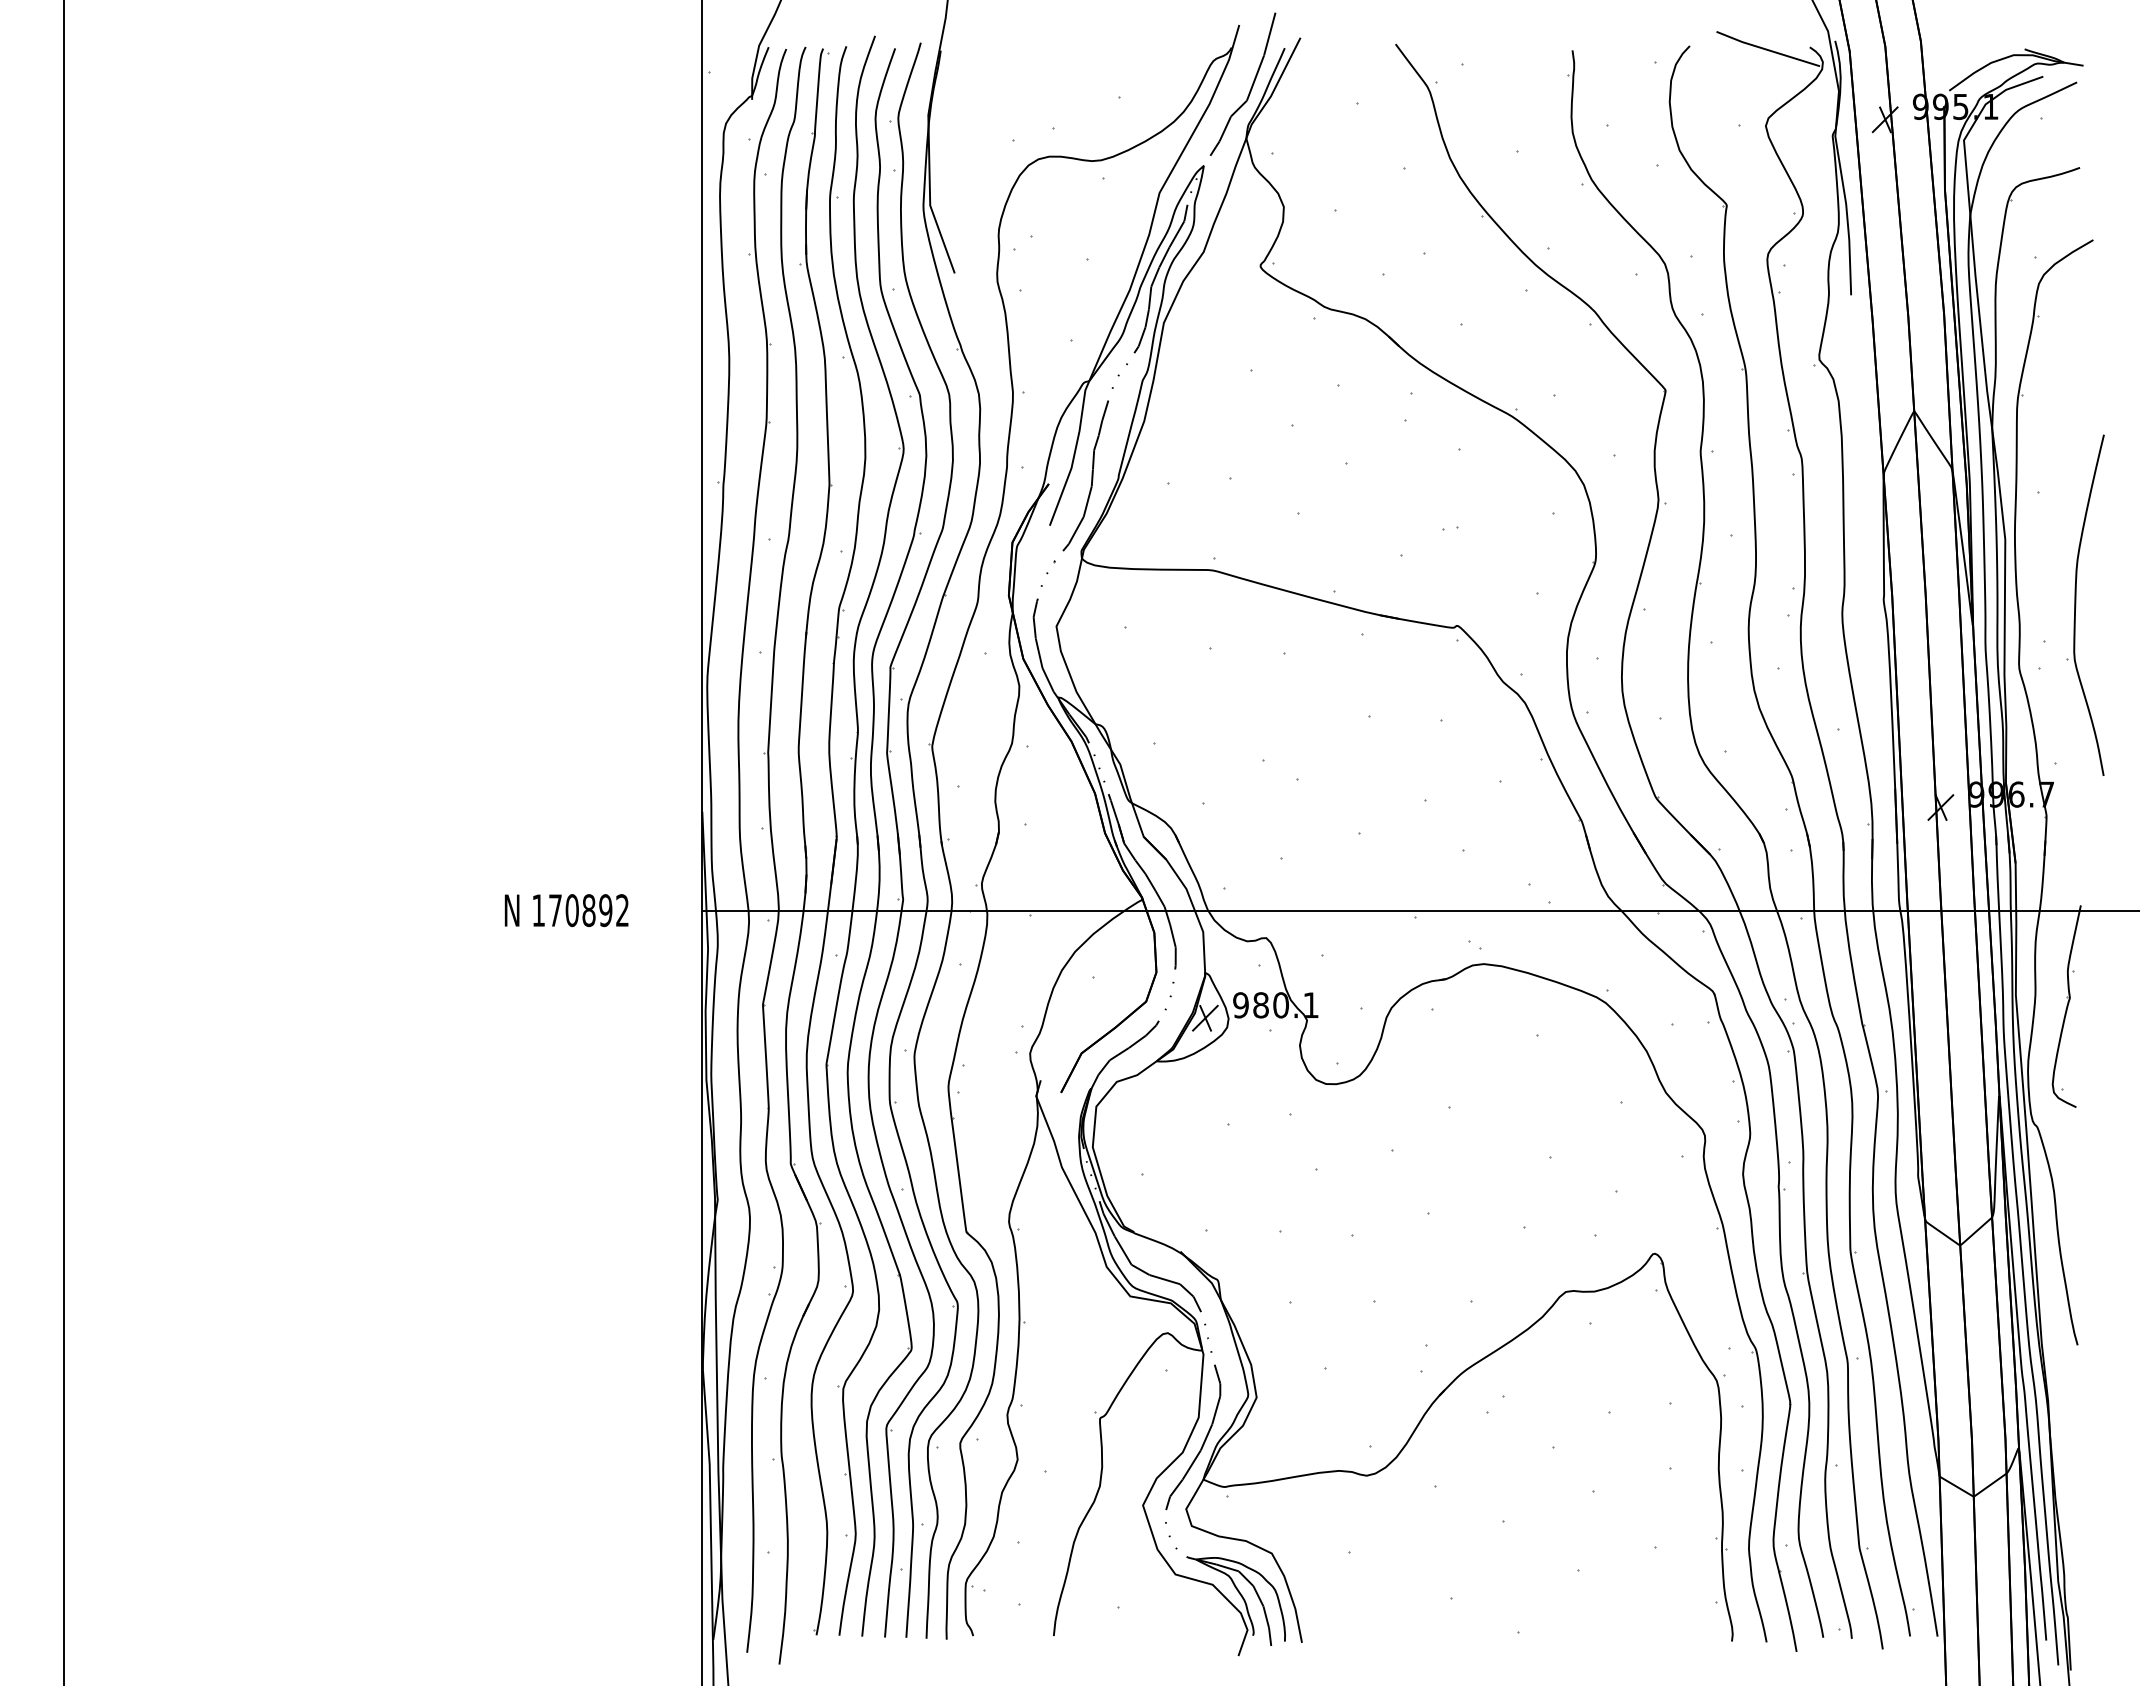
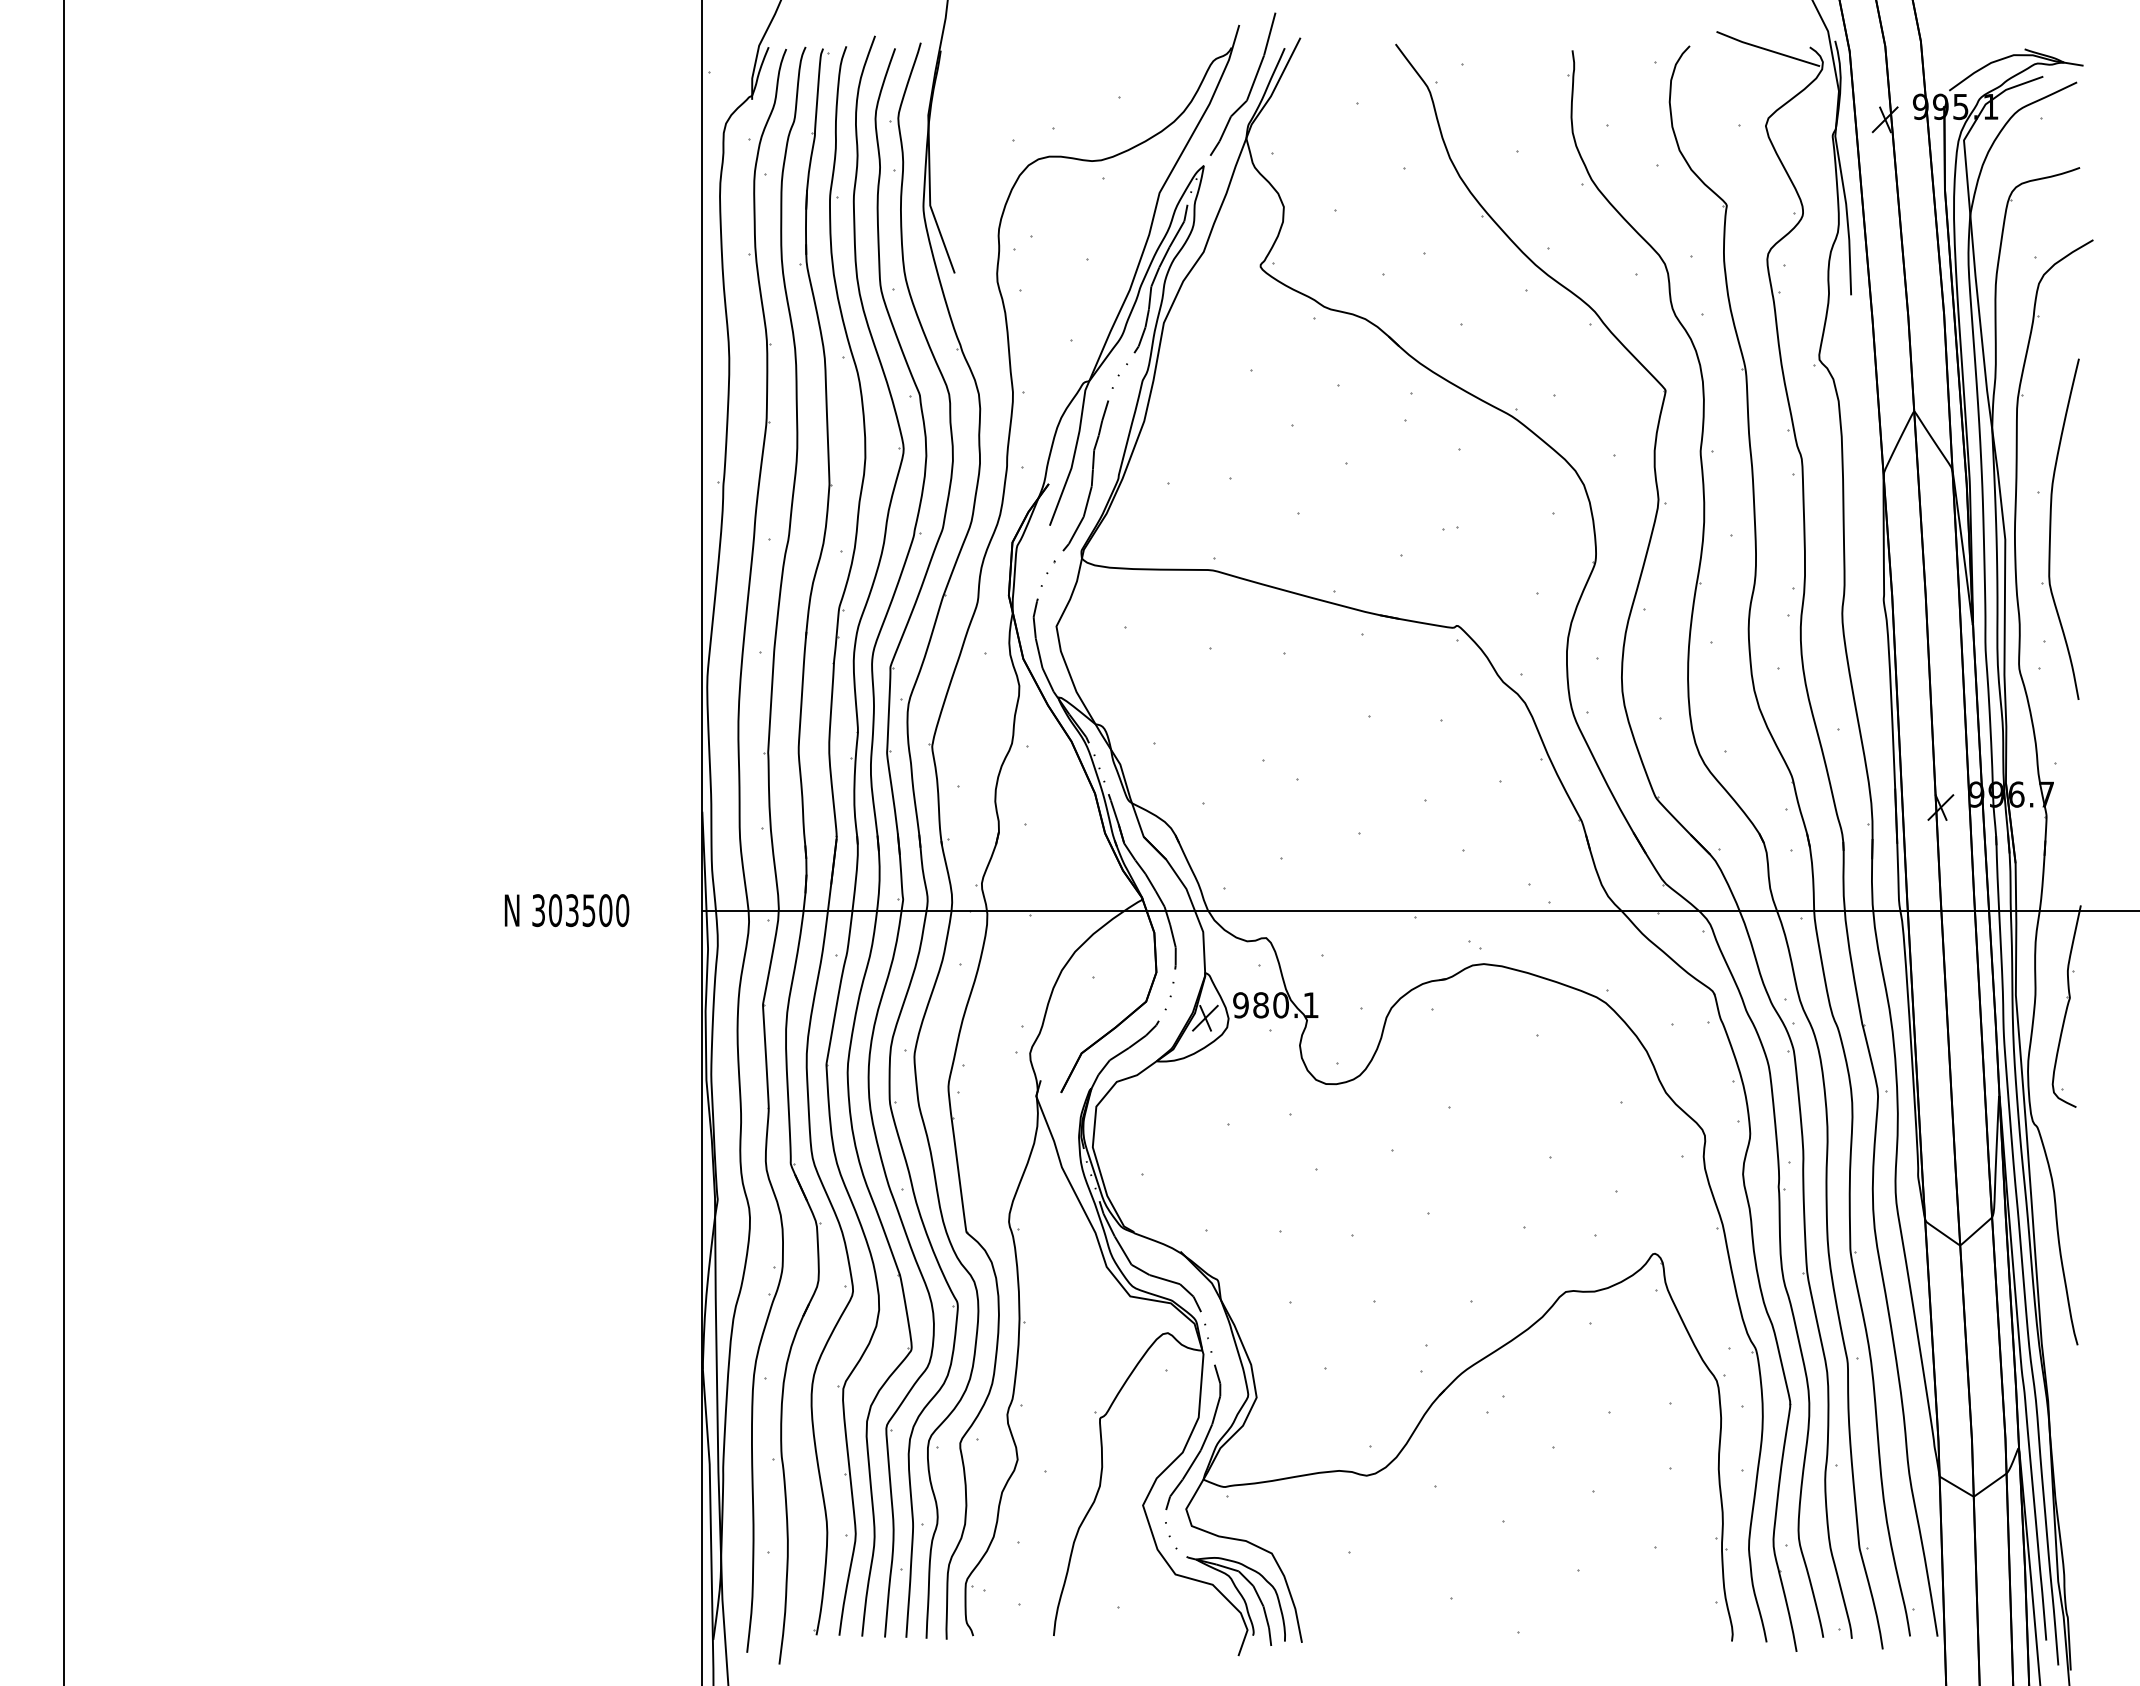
part at (2076, 604) position: (2076, 604) -> (2051, 528)
text at (580, 910): 170892 -> 303500
